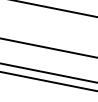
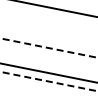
line at (49, 48): solid -> dashed
line at (48, 81): solid -> dashed
